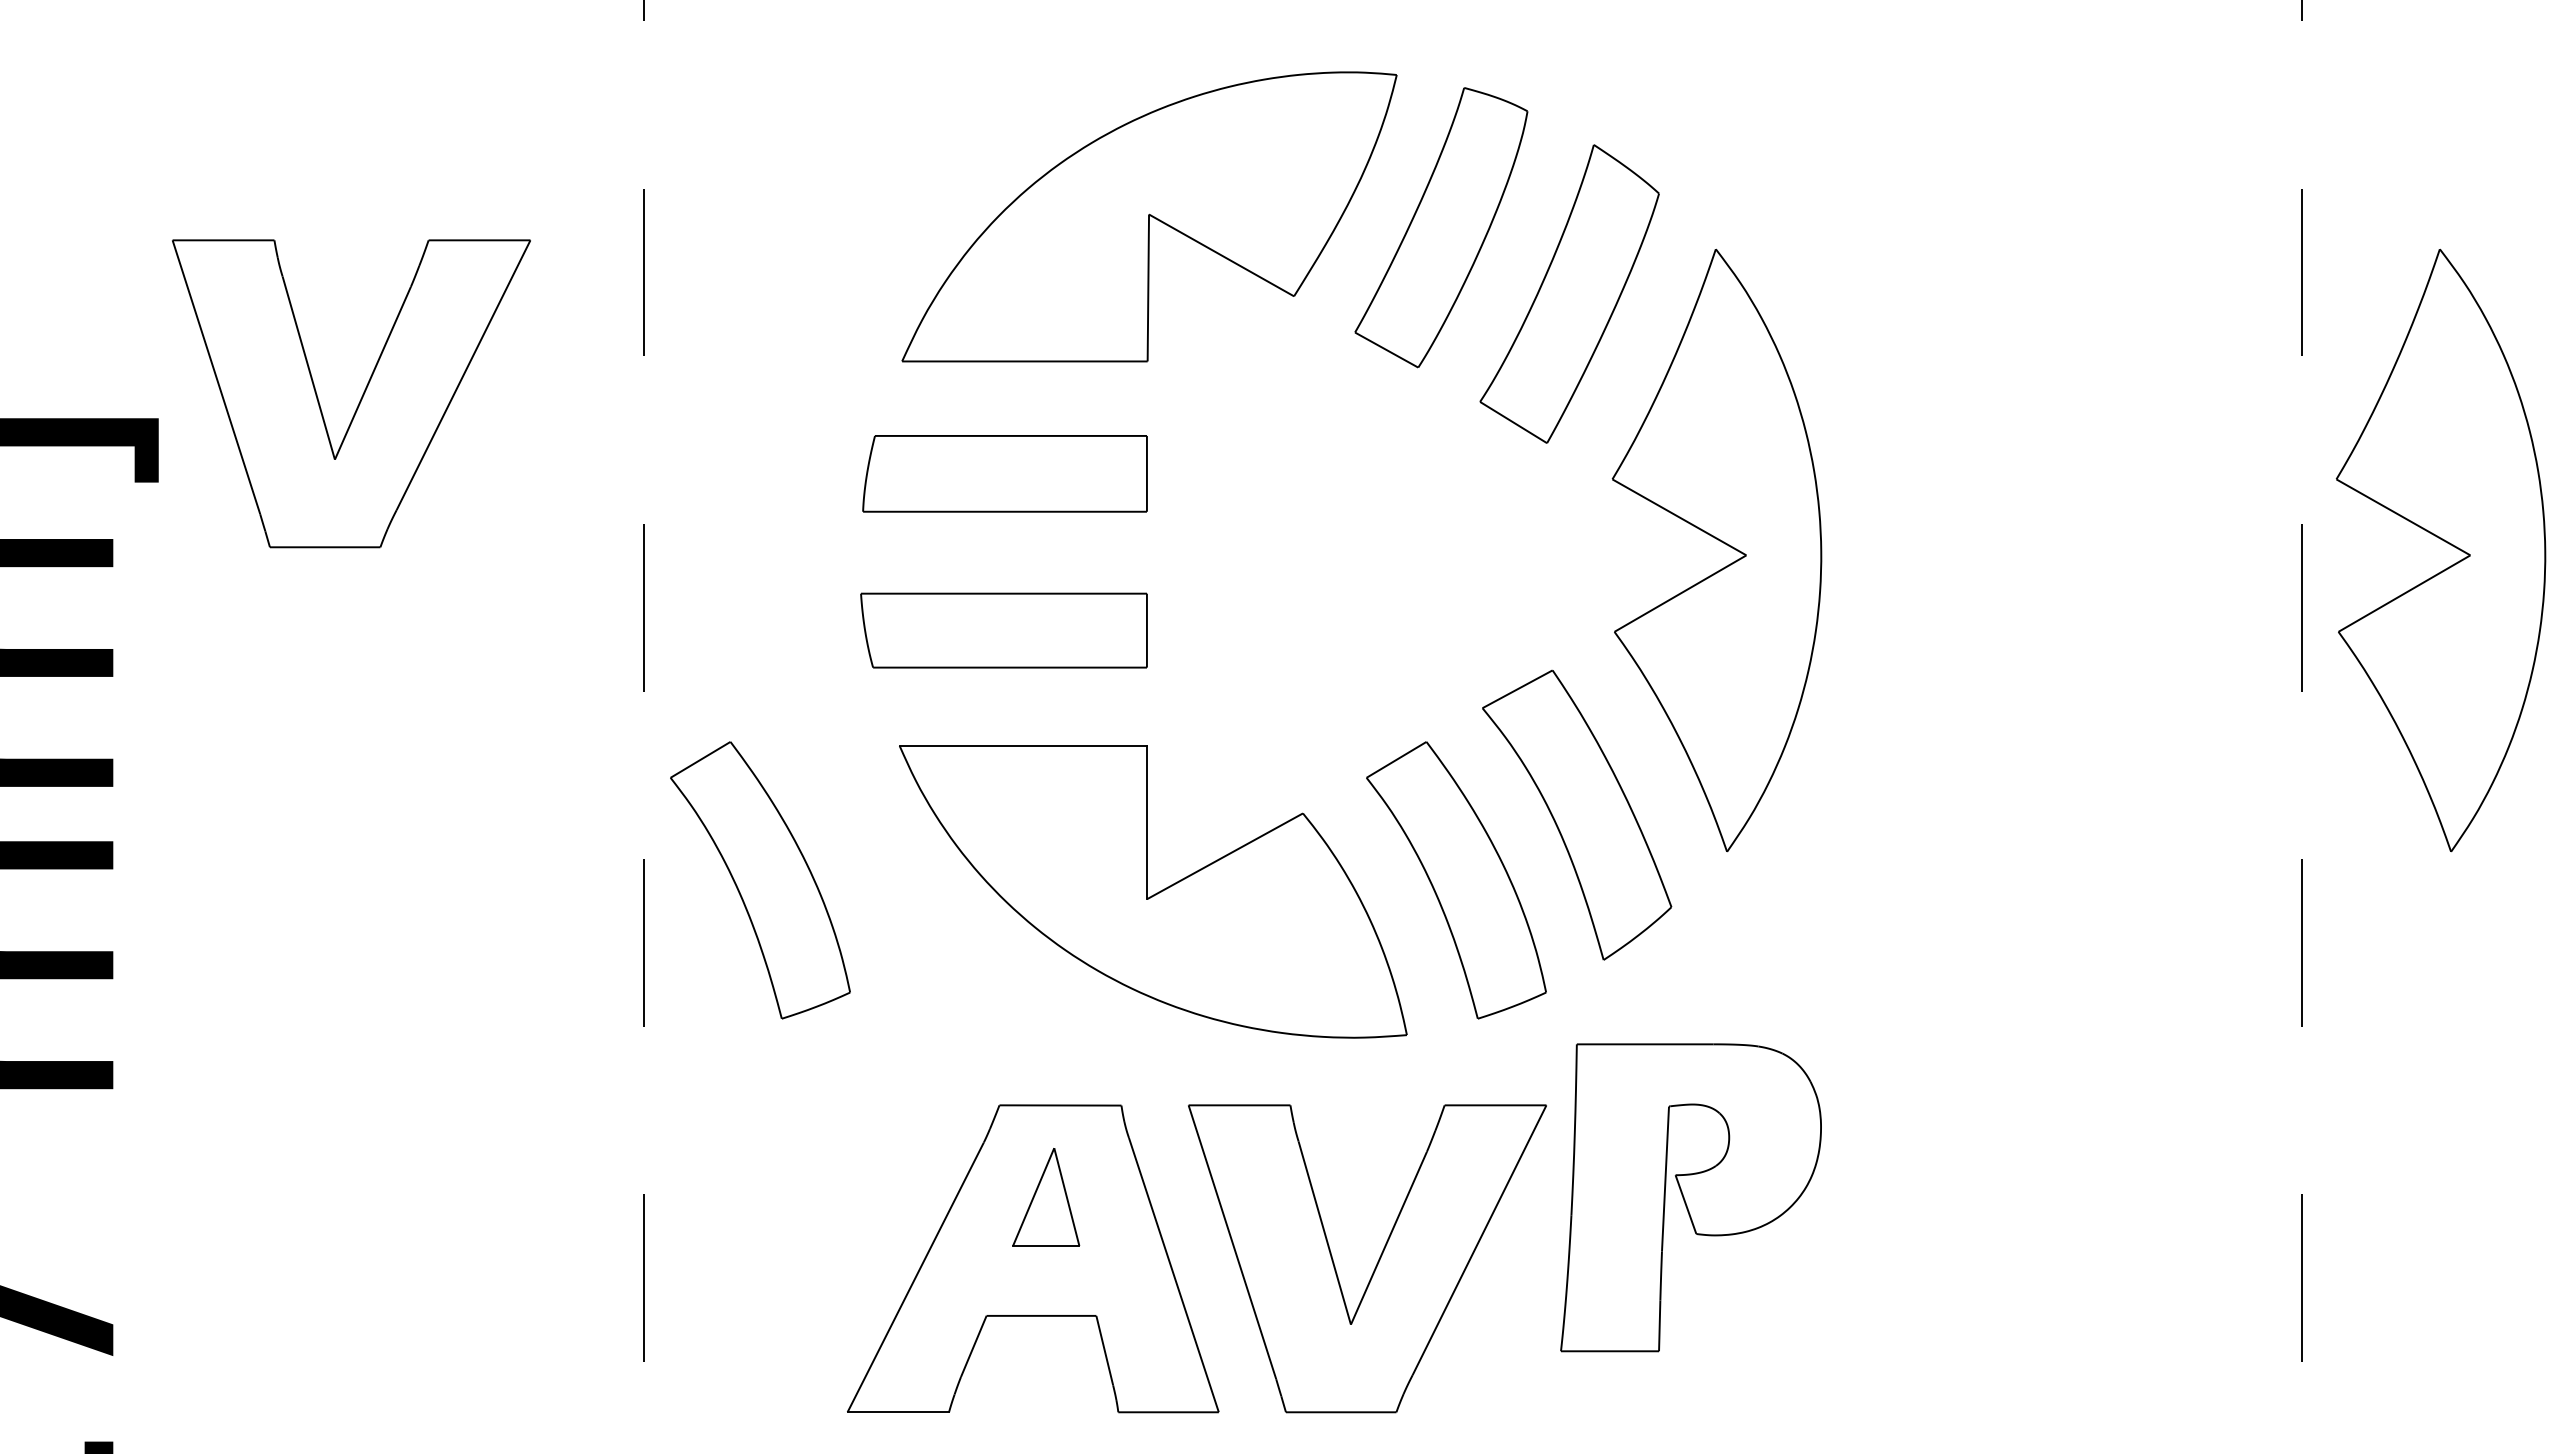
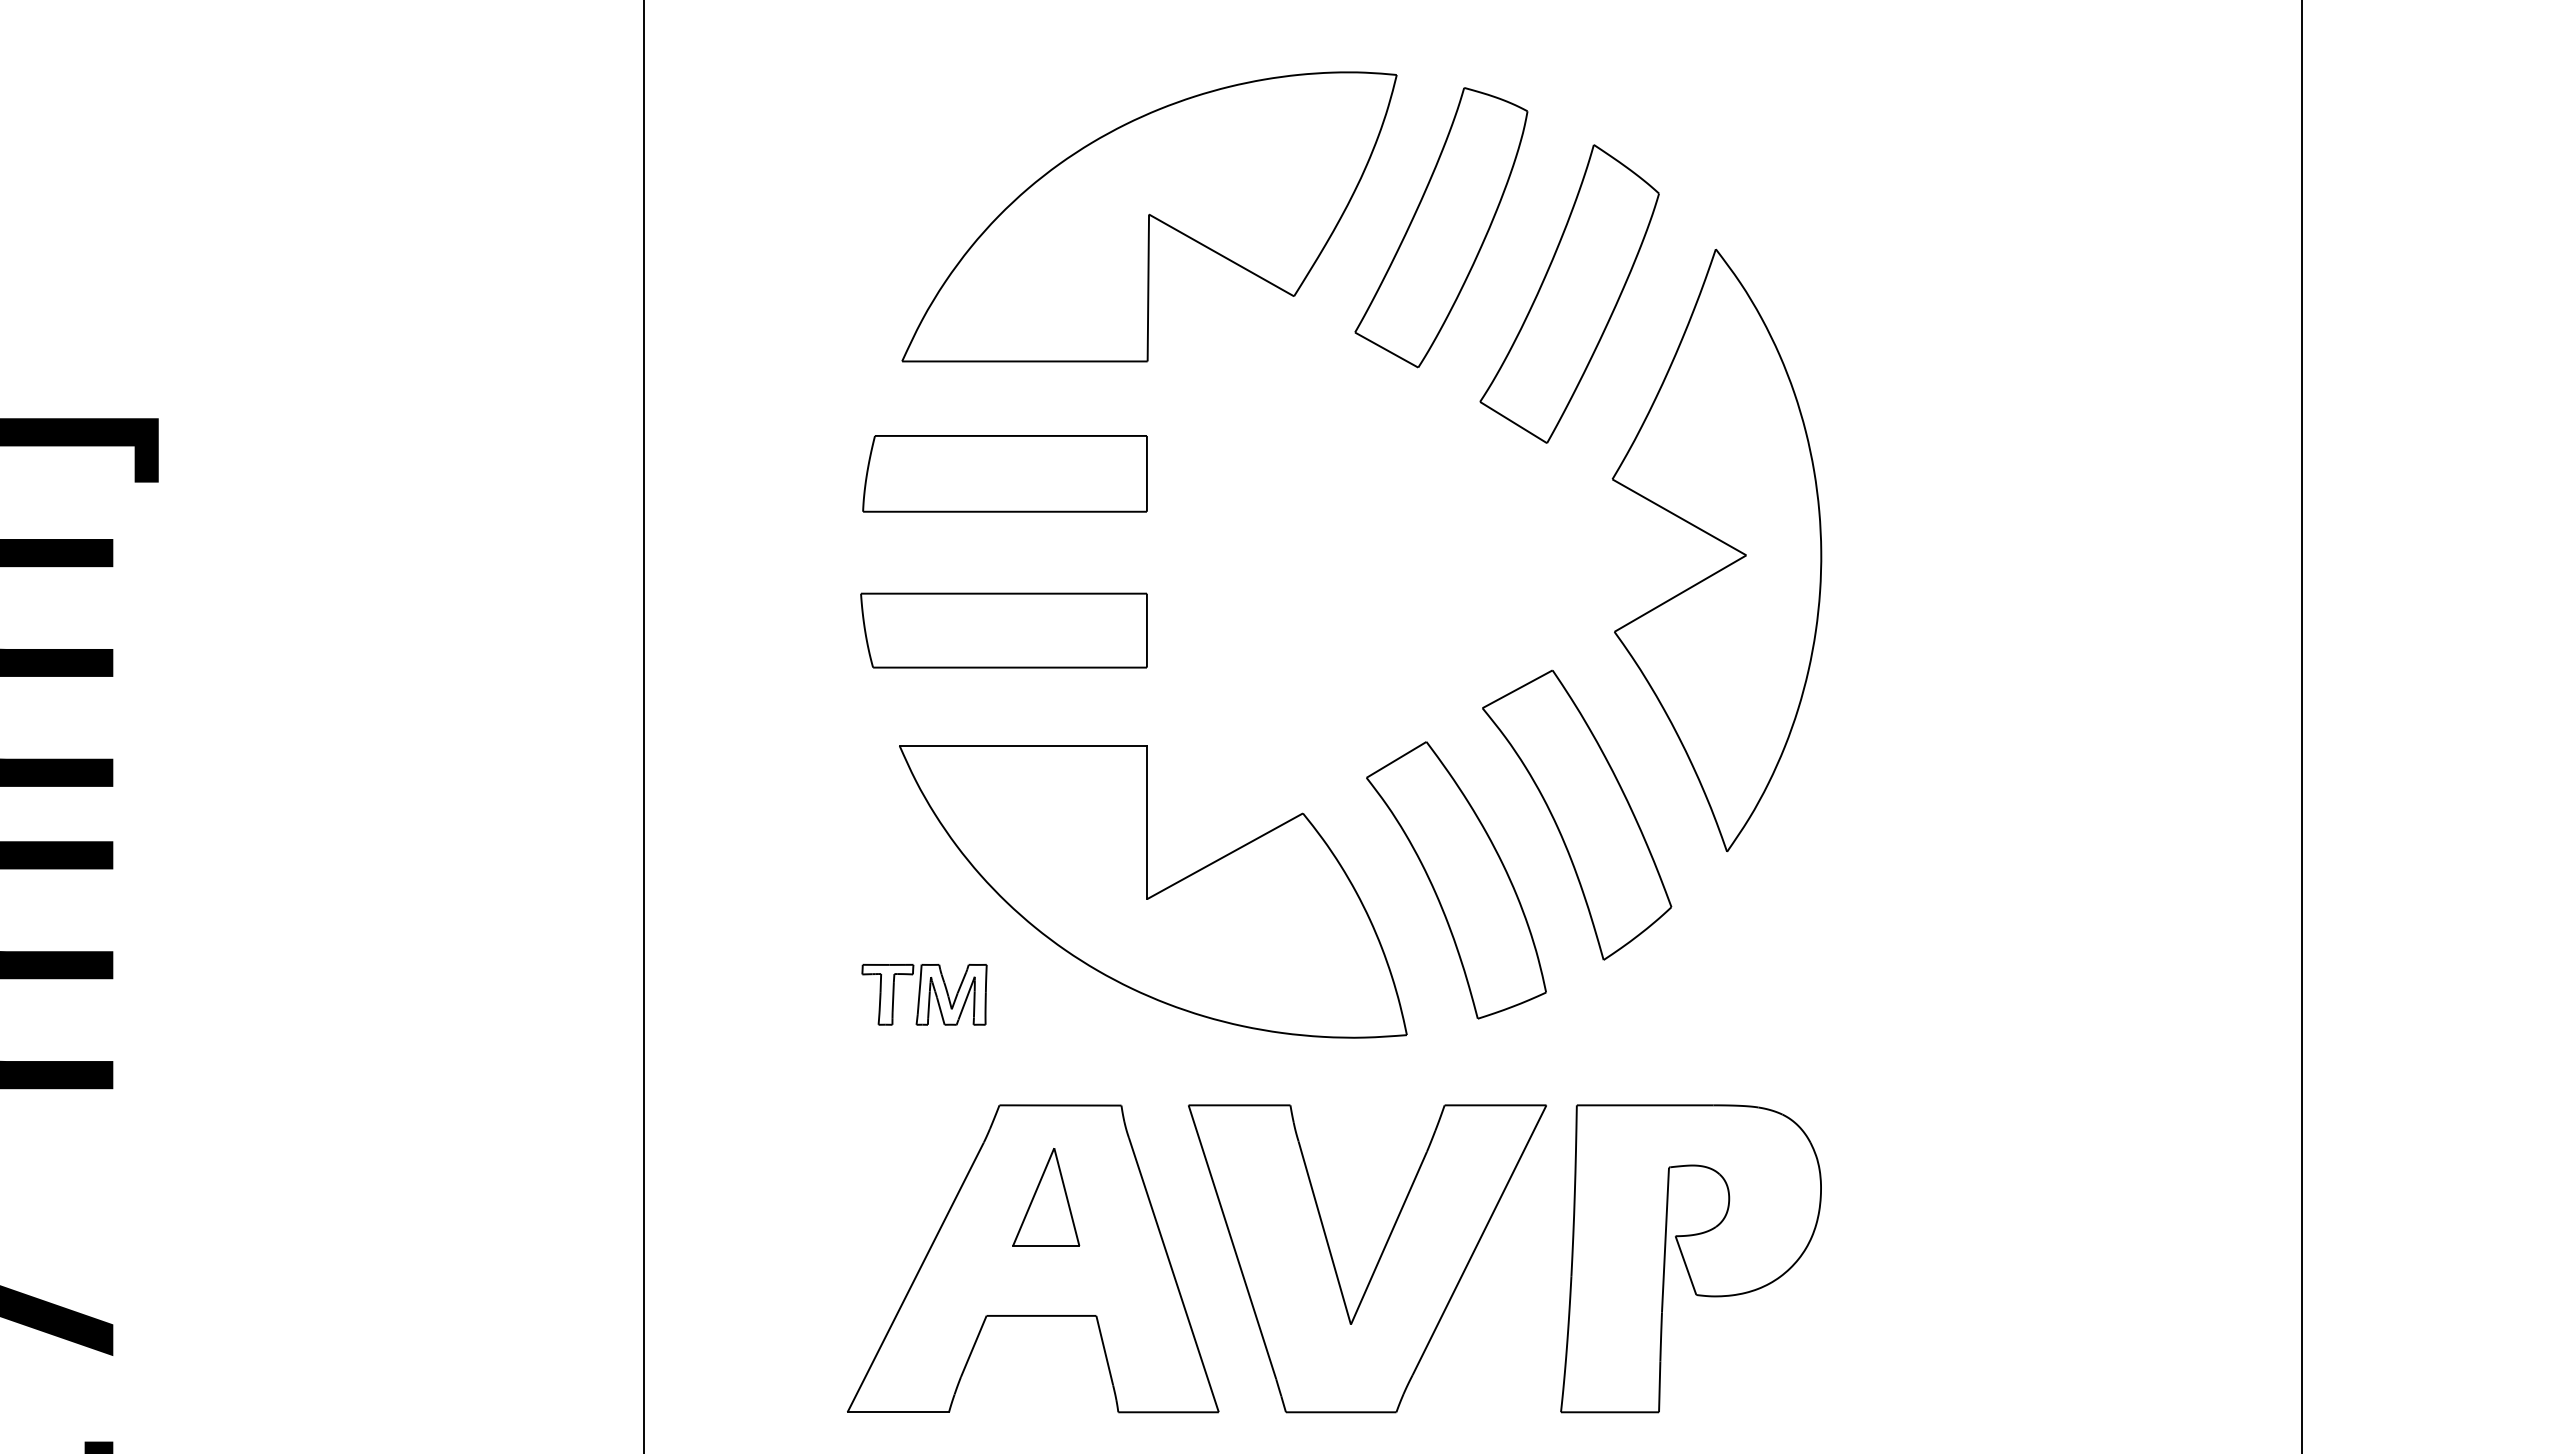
part at (360, 398): present -> none
part at (2445, 542): present -> none
line at (644, 727): dashed -> solid
line at (2301, 727): dashed -> solid
part at (760, 880): present -> none
part at (924, 994): none -> present
part at (1690, 1197) position: (1690, 1197) -> (1690, 1258)
